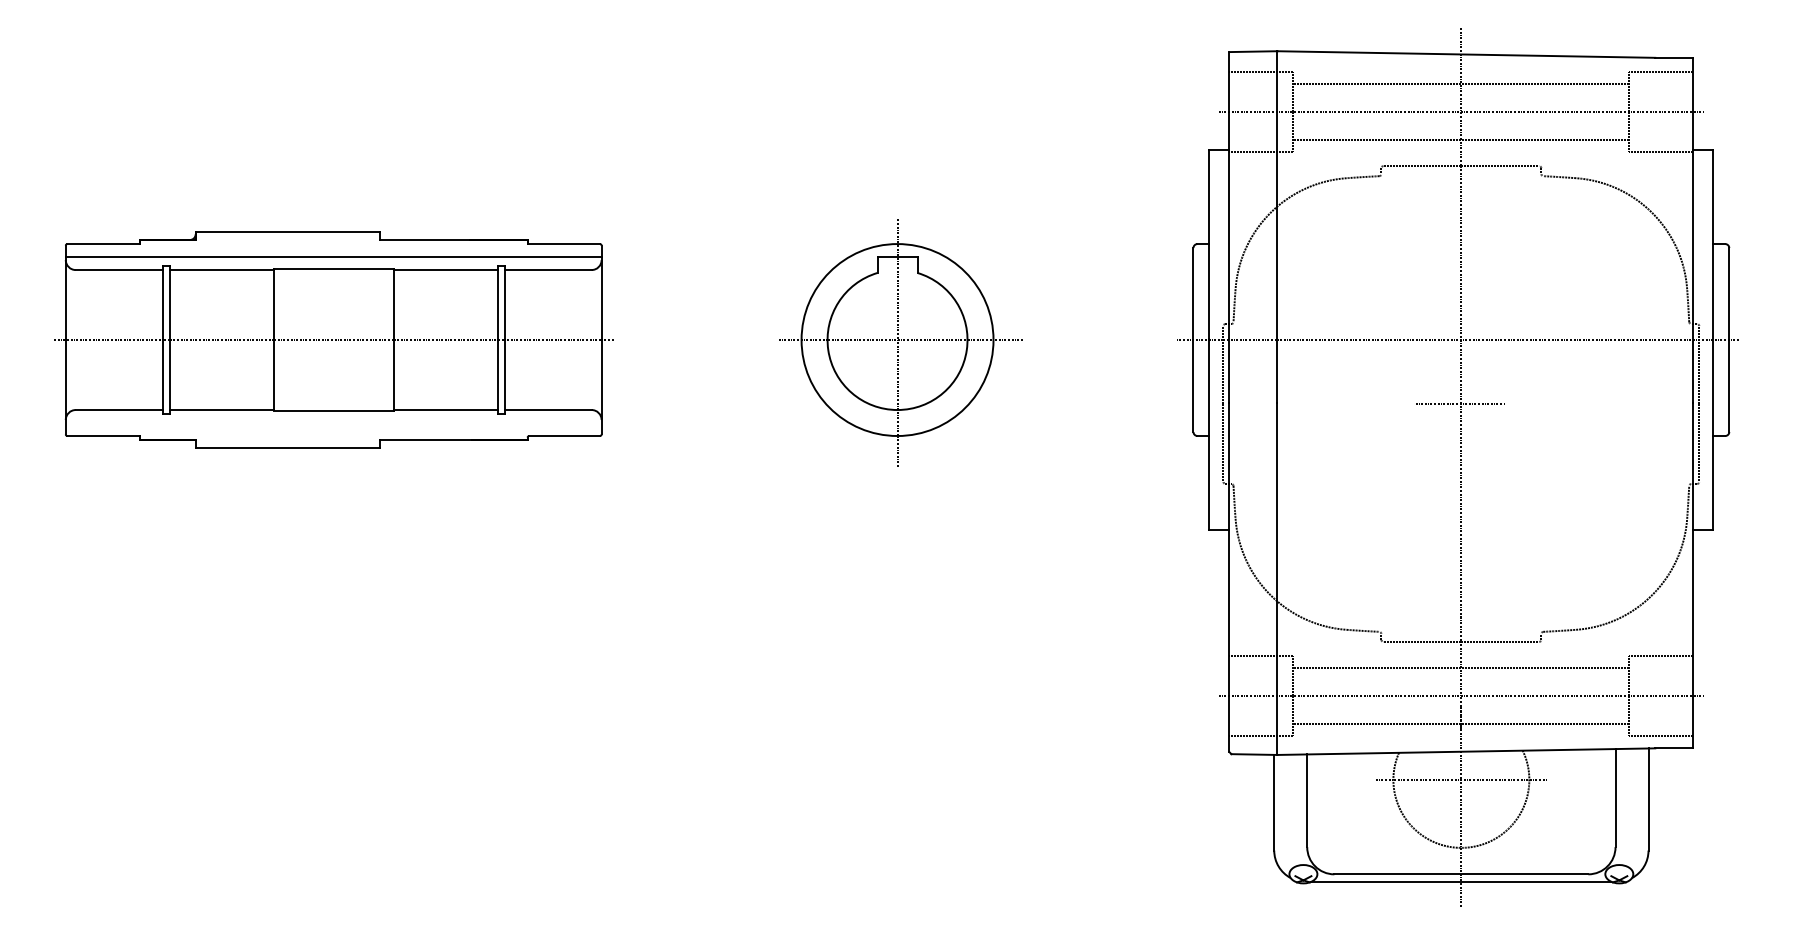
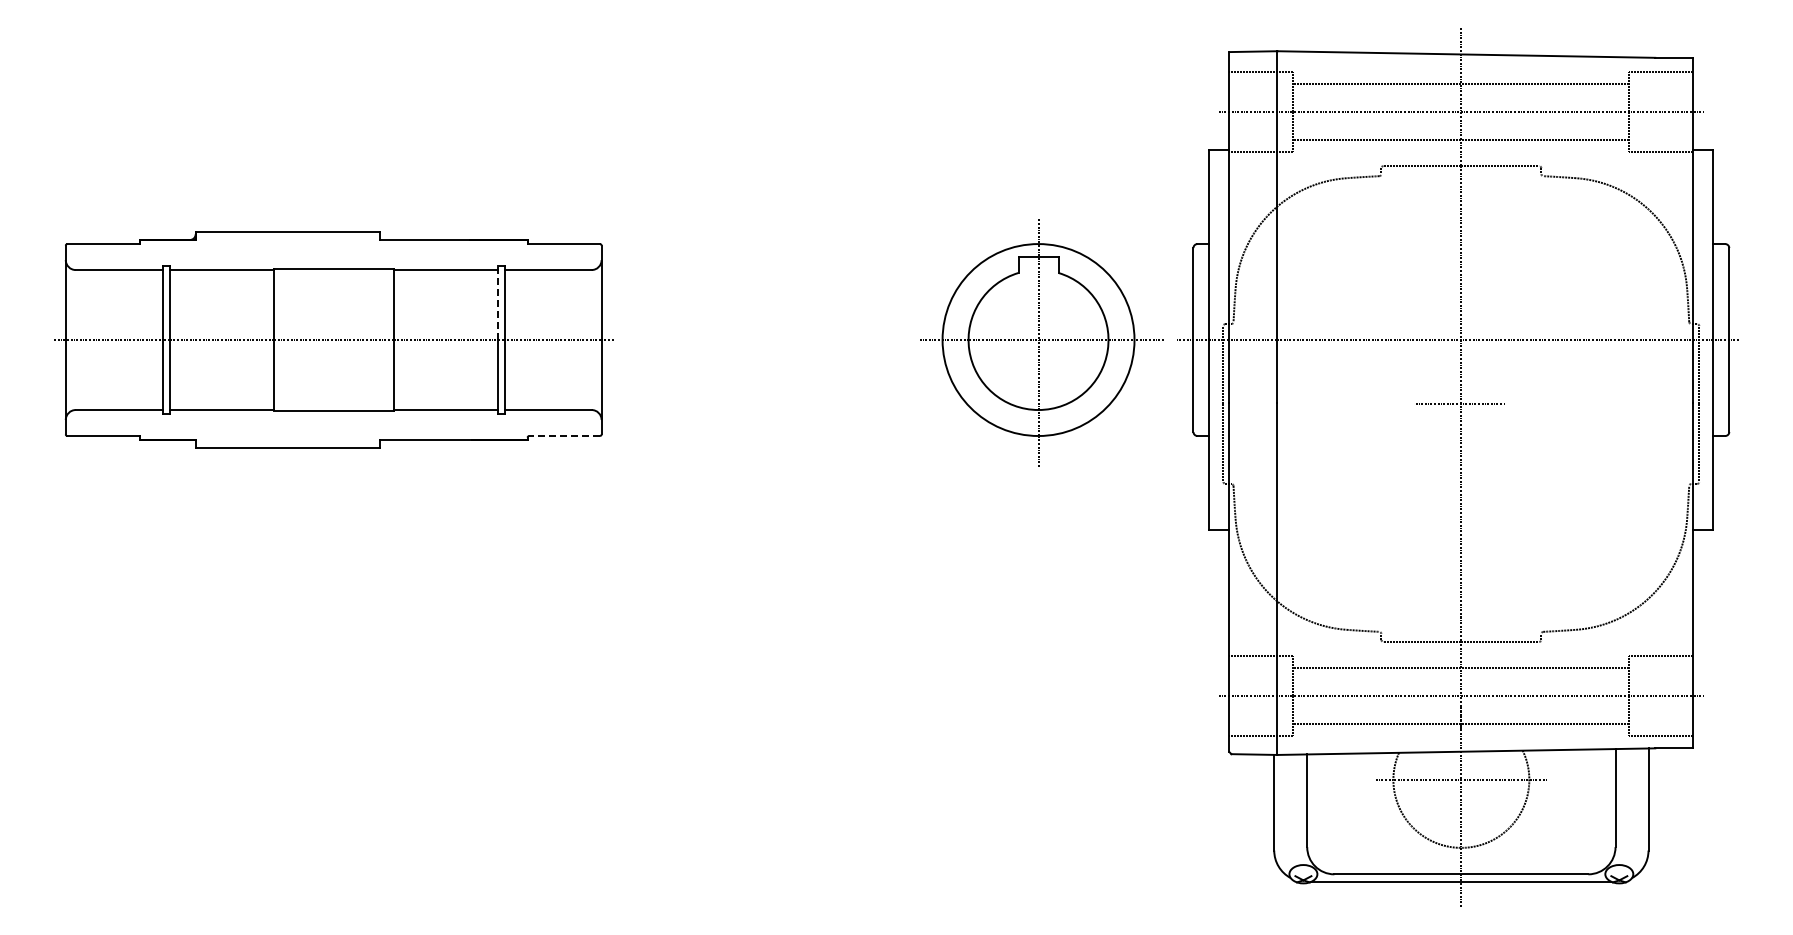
line at (333, 256): present -> none
line at (497, 303): solid -> dashed
part at (900, 342) position: (900, 342) -> (1041, 342)
line at (564, 436): solid -> dashed
